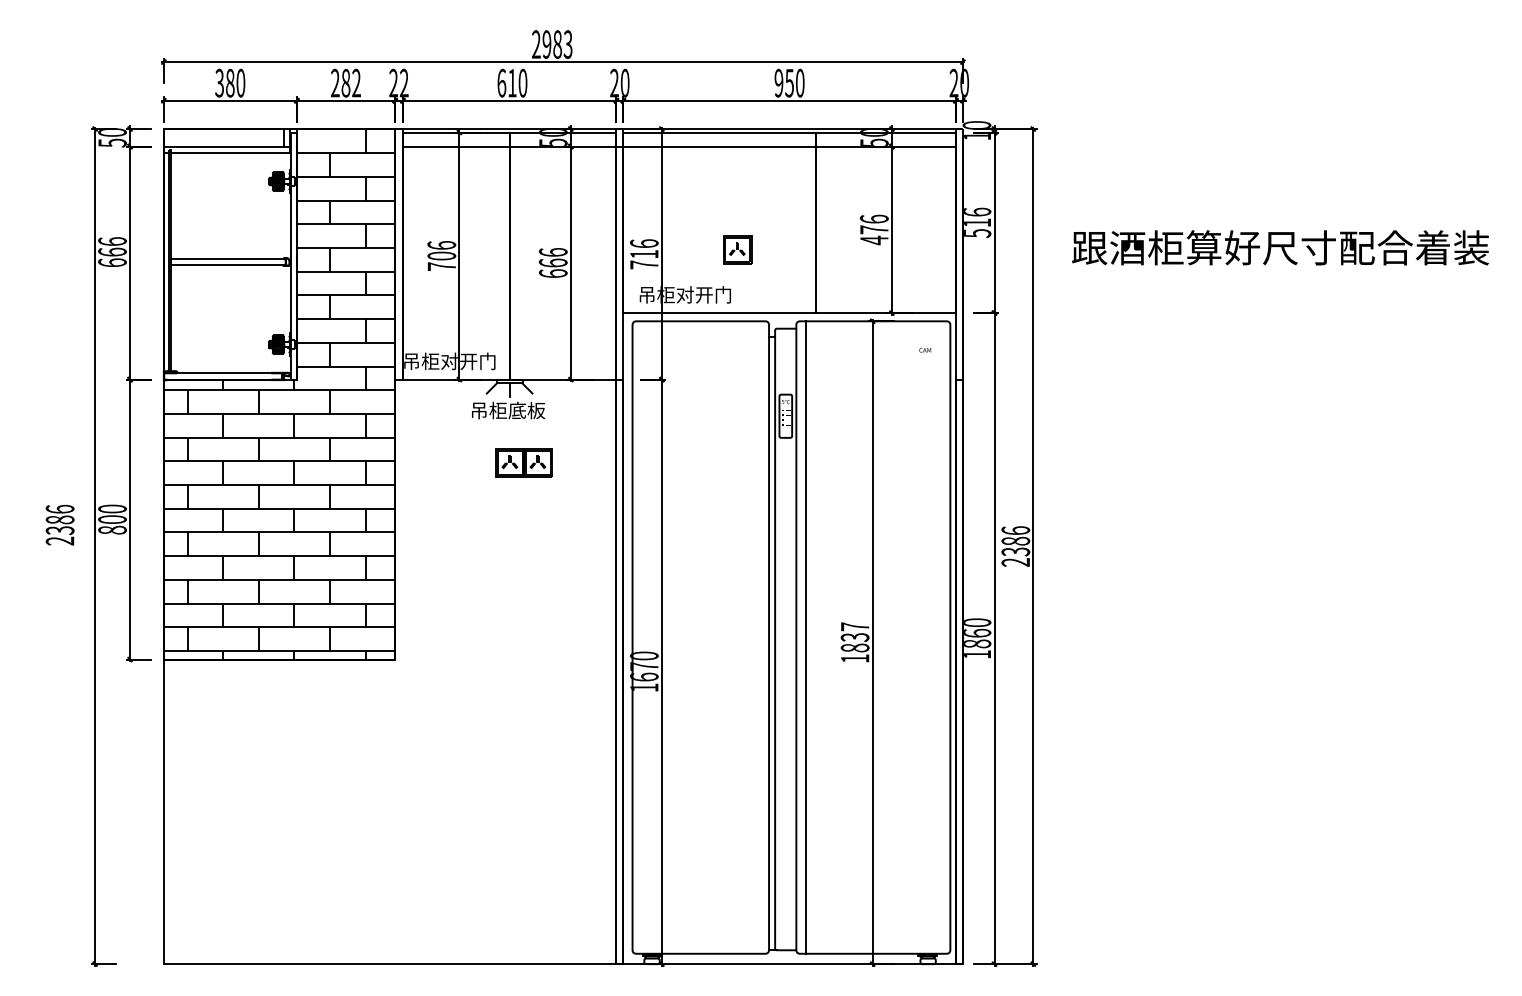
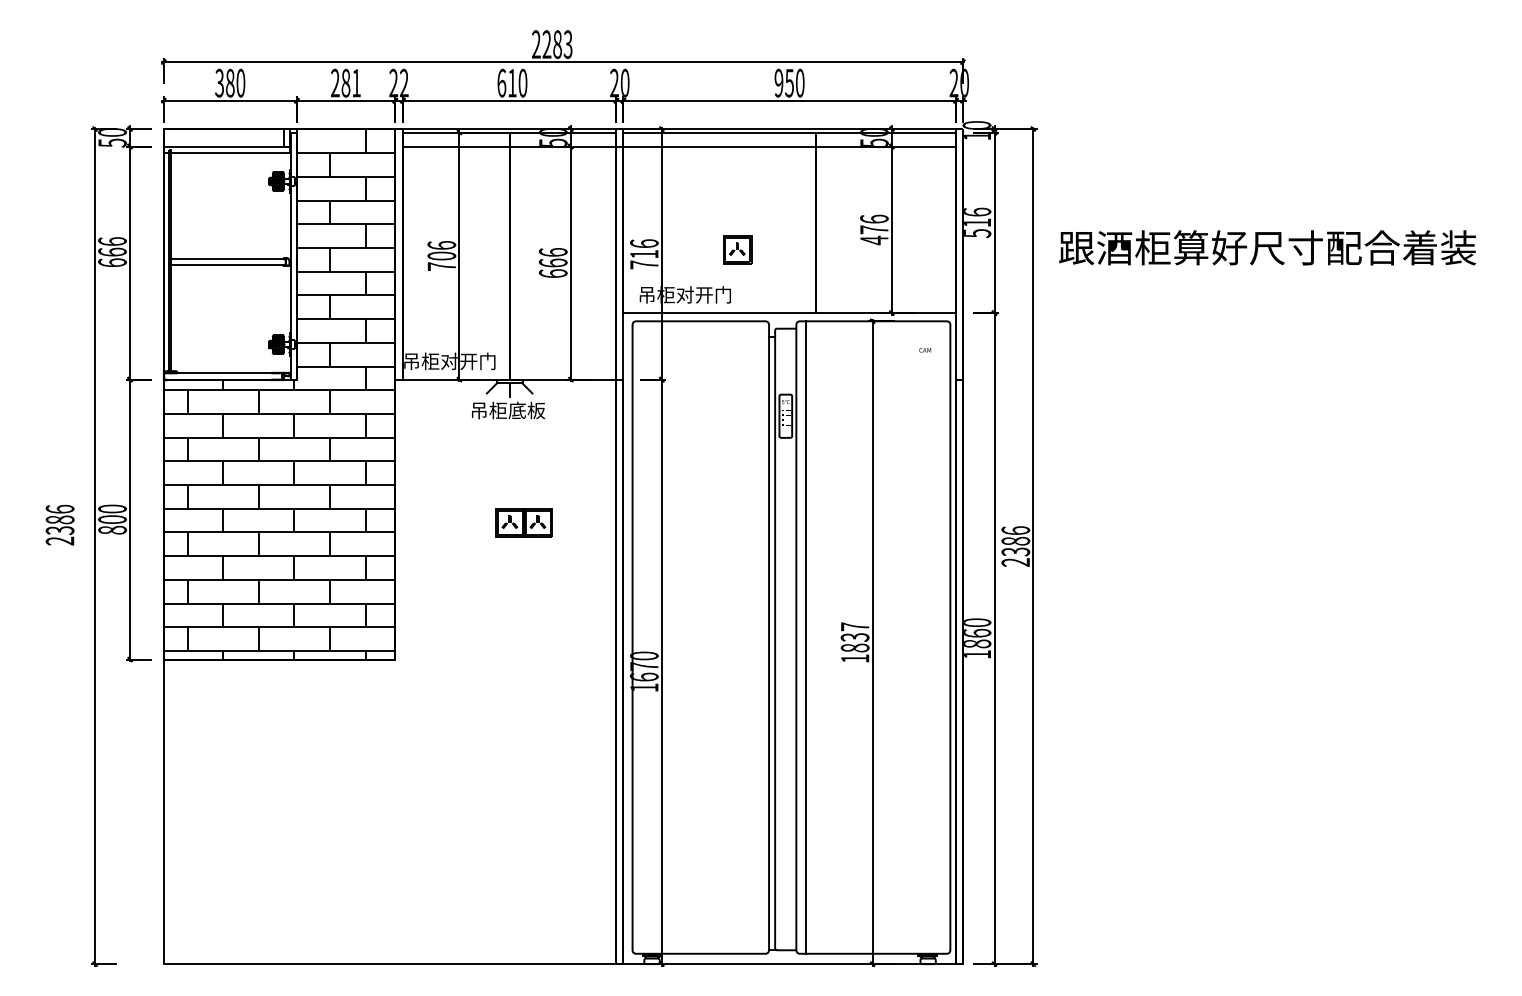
text at (546, 44): 2983 -> 2283
text at (356, 82): 282 -> 281
text at (1280, 247) position: (1280, 247) -> (1267, 247)
part at (523, 462) position: (523, 462) -> (523, 522)
